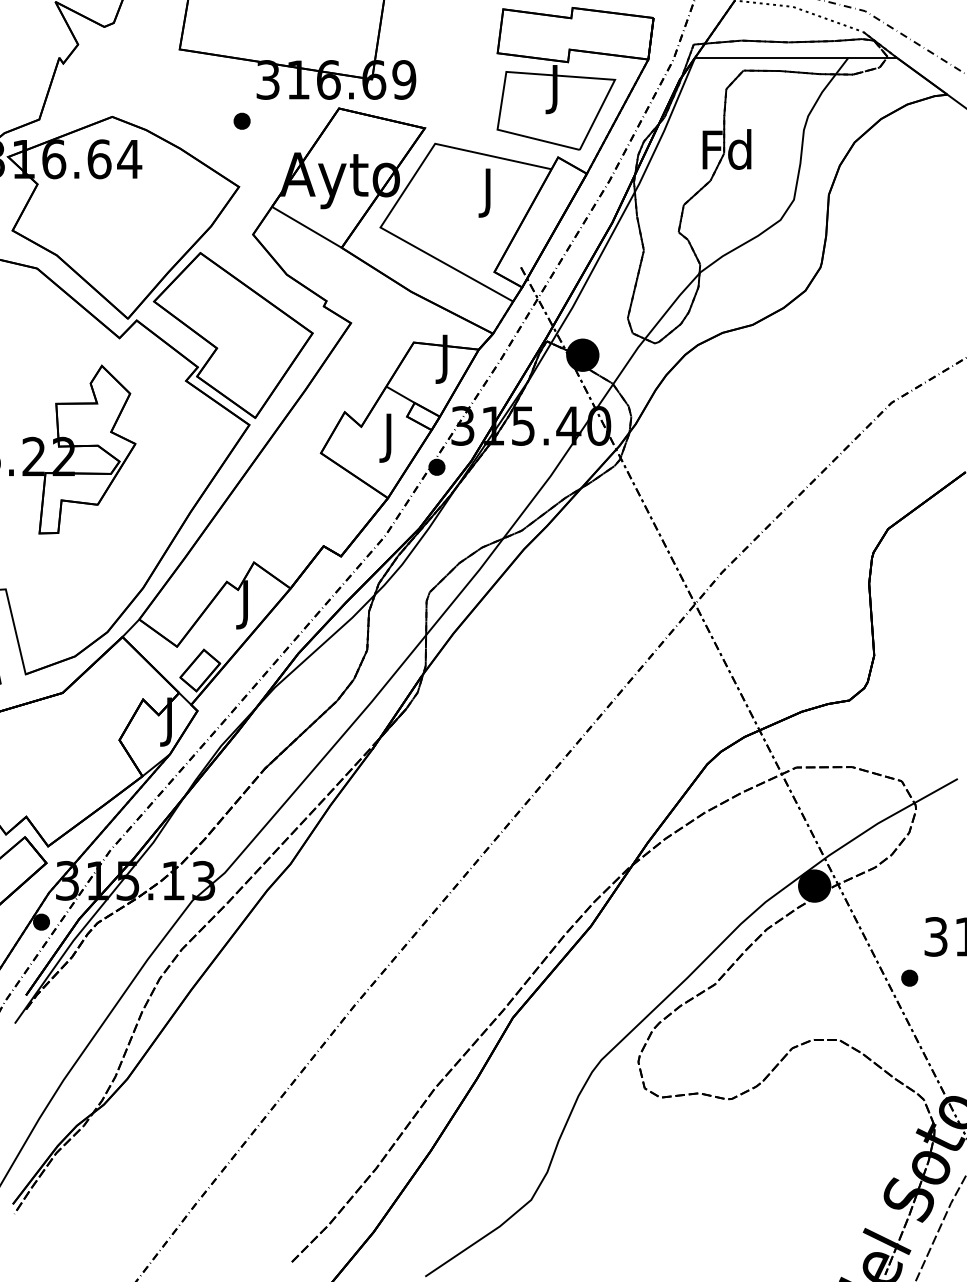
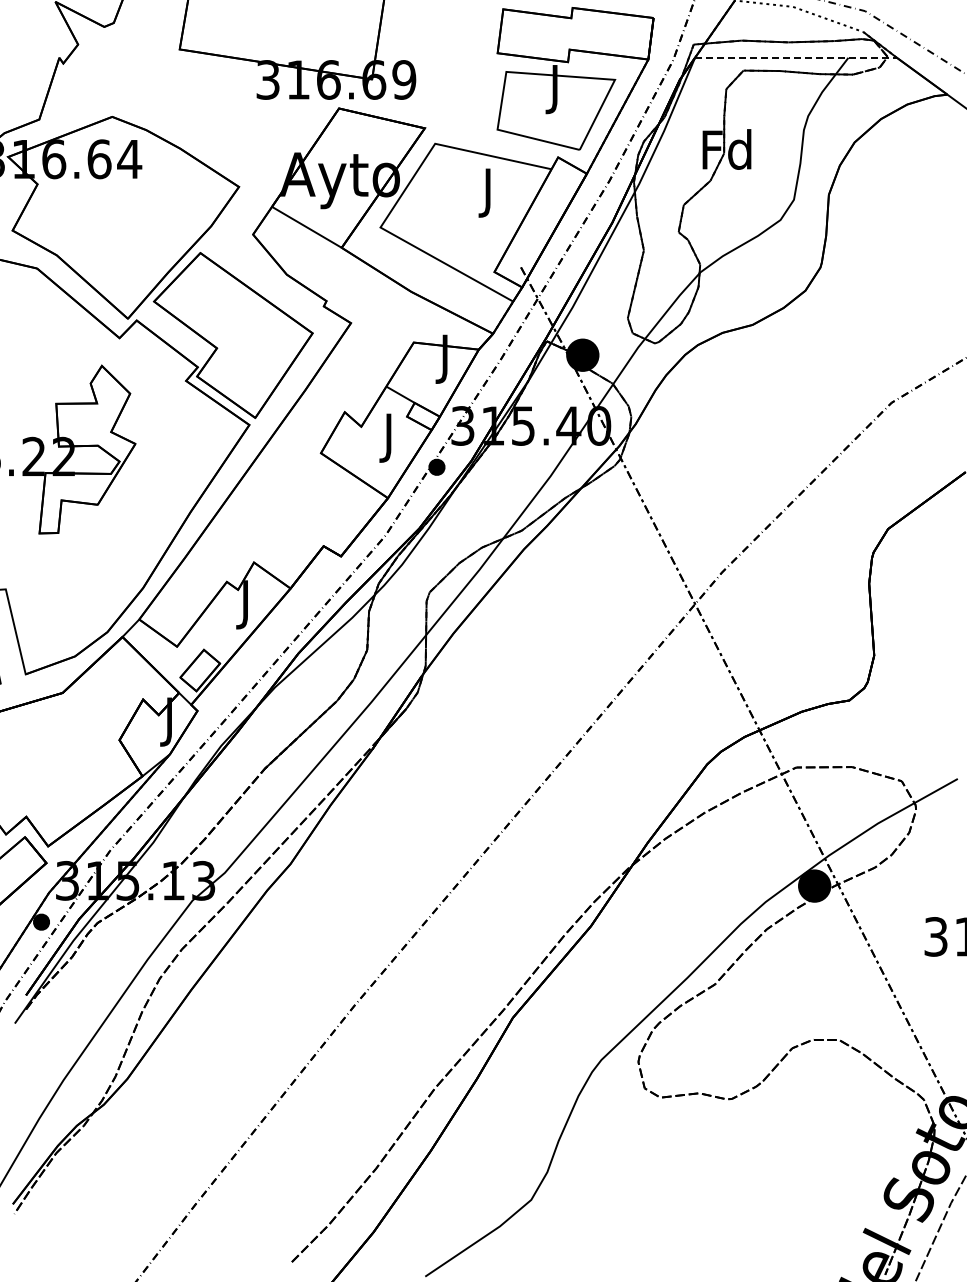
line at (795, 57): solid -> dashed
part at (241, 120): present -> none
part at (909, 977): present -> none
